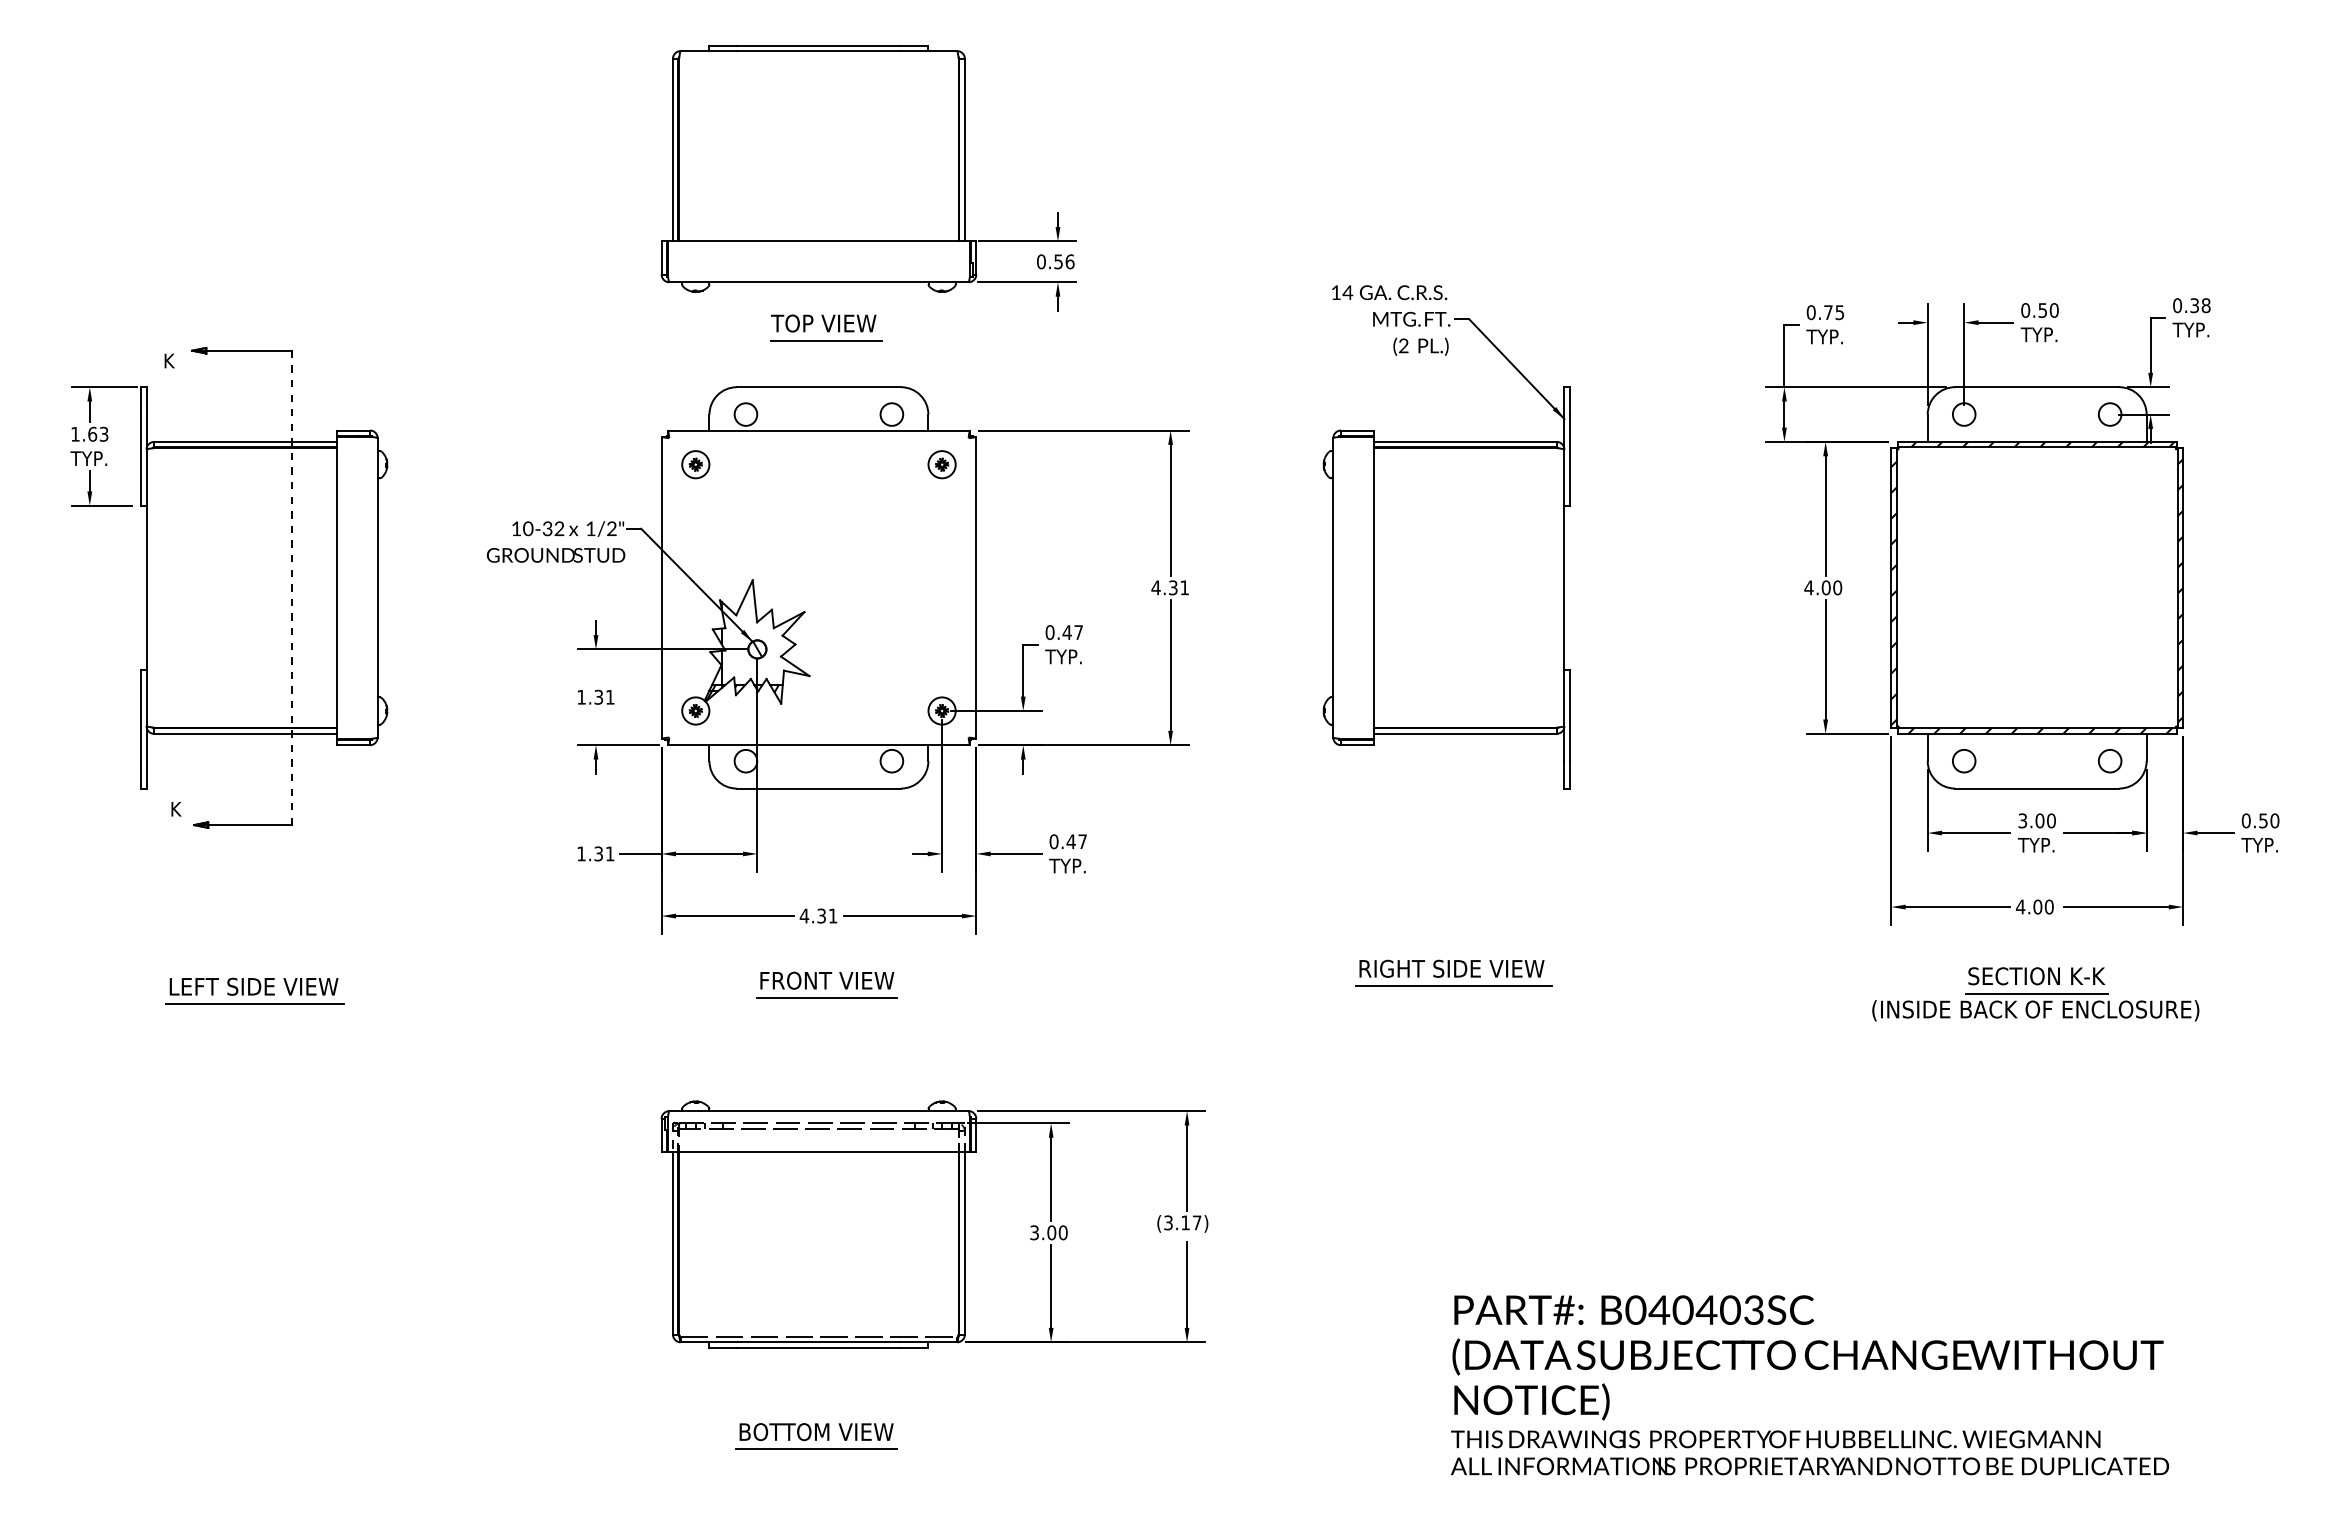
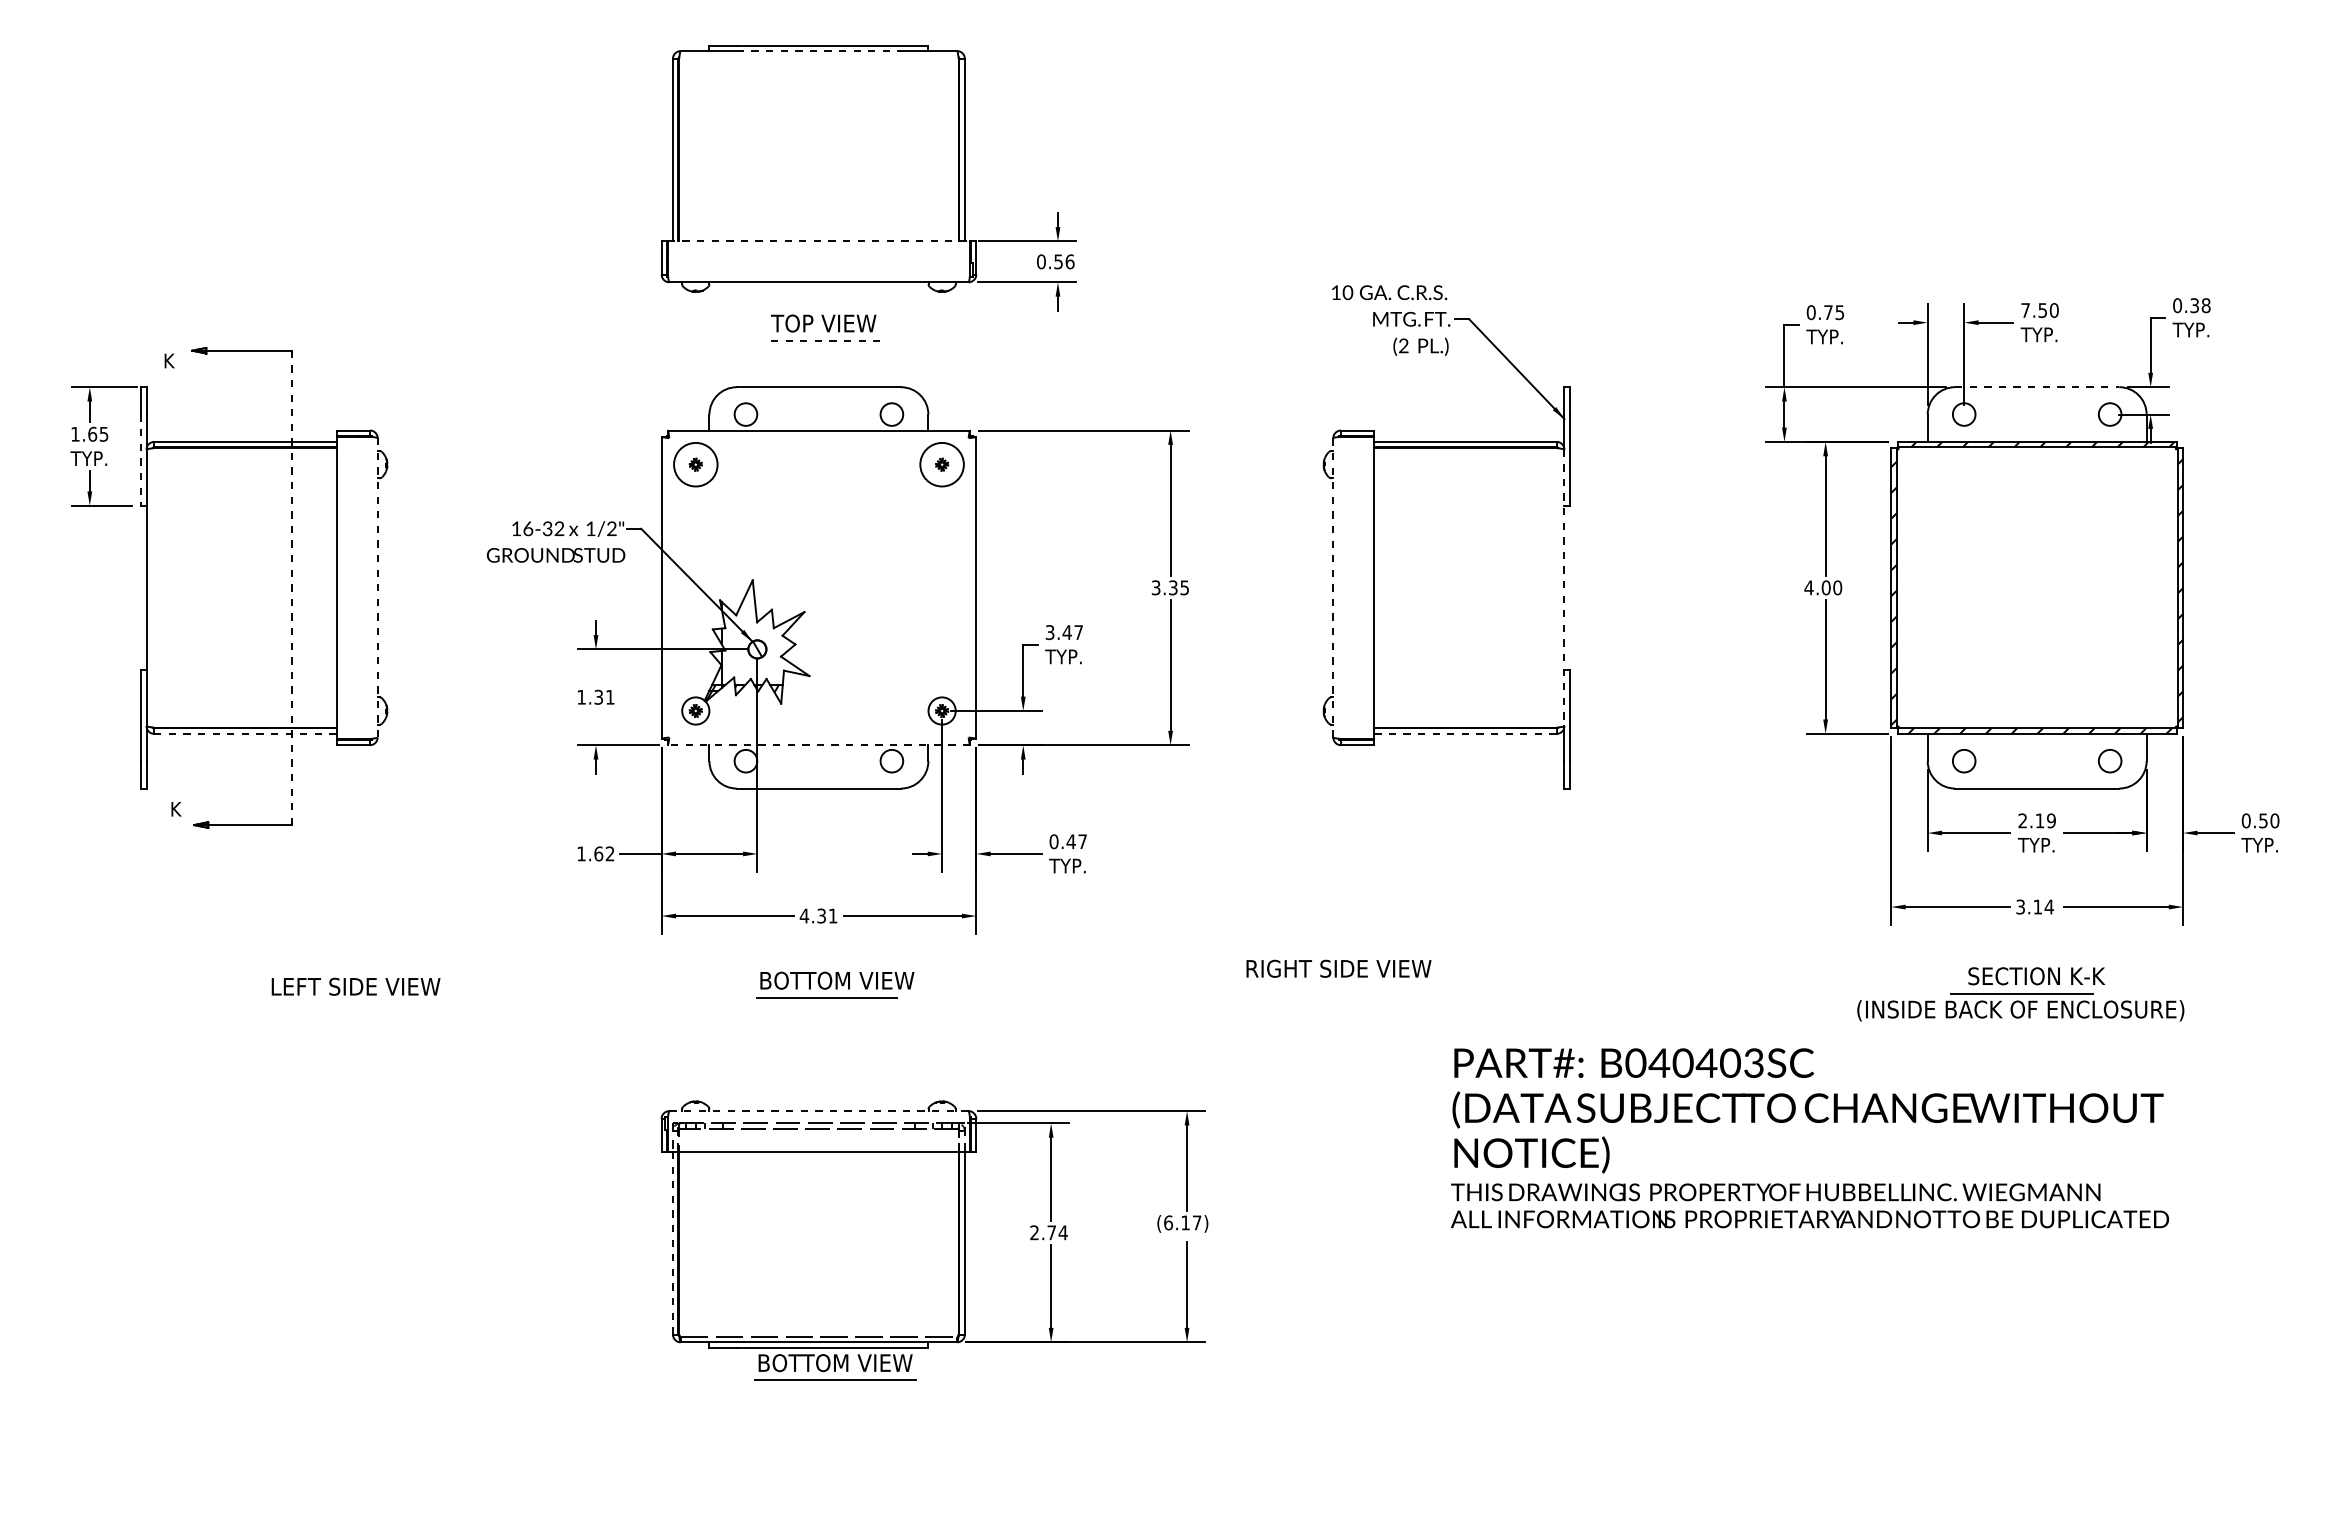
line at (819, 51): solid -> dashed
line at (819, 241): solid -> dashed
text at (1347, 292): 14 -> 10
text at (2025, 310): 0.50 -> 7.50
line at (826, 340): solid -> dashed
line at (2037, 387): solid -> dashed
text at (104, 433): 1.63 -> 1.65
line at (141, 460): solid -> dashed
circle at (695, 464) diameter: 27 px -> 44 px
circle at (941, 464) diameter: 27 px -> 44 px
text at (528, 528): 10-32 -> 16-32
line at (377, 587): solid -> dashed
text at (1169, 587): 4.31 -> 3.35
line at (1333, 587): solid -> dashed
line at (1564, 588): solid -> dashed
text at (1049, 632): 0.47 -> 3.47
line at (246, 733): solid -> dashed
line at (1465, 733): solid -> dashed
line at (818, 745): solid -> dashed
text at (2036, 820): 3.00 -> 2.19
text at (604, 853): 1.31 -> 1.62
text at (2034, 906): 4.00 -> 3.14
text at (1451, 968) position: (1451, 968) -> (1338, 968)
text at (838, 980): FRONT VIEW -> BOTTOM VIEW
text at (253, 986) position: (253, 986) -> (355, 986)
line at (1453, 986): present -> none
line at (254, 1004): present -> none
part at (2035, 1007) position: (2035, 1007) -> (2020, 1007)
line at (818, 1111): solid -> dashed
text at (1168, 1222): (3.17) -> (6.17)
text at (1048, 1232): 3.00 -> 2.74
line at (672, 1243): solid -> dashed
text at (1810, 1385) position: (1810, 1385) -> (1810, 1138)
part at (816, 1436) position: (816, 1436) -> (835, 1367)
